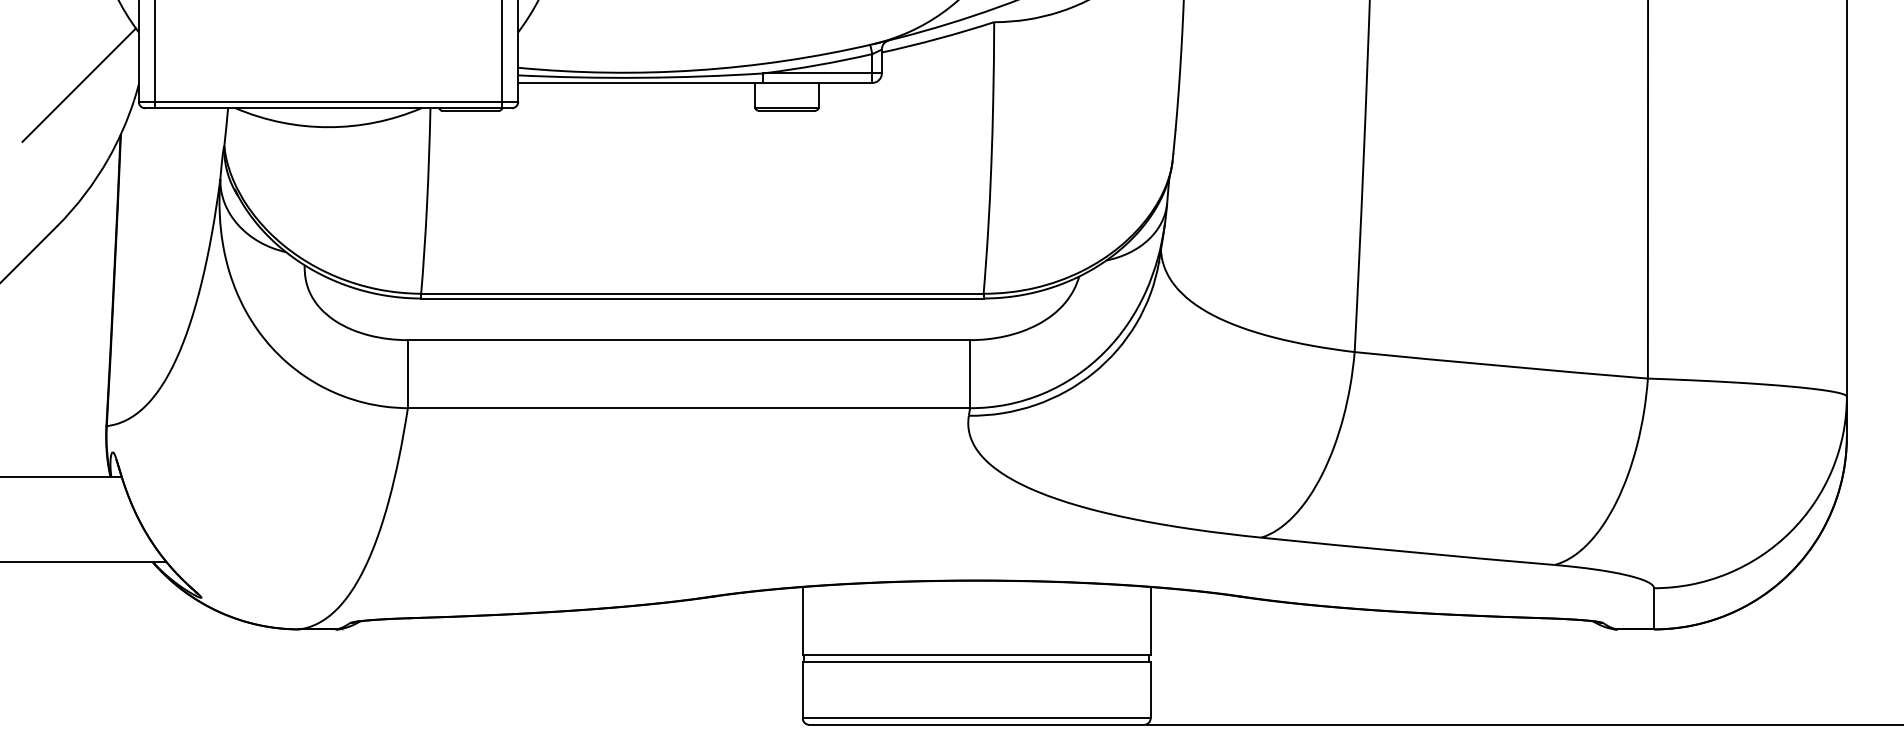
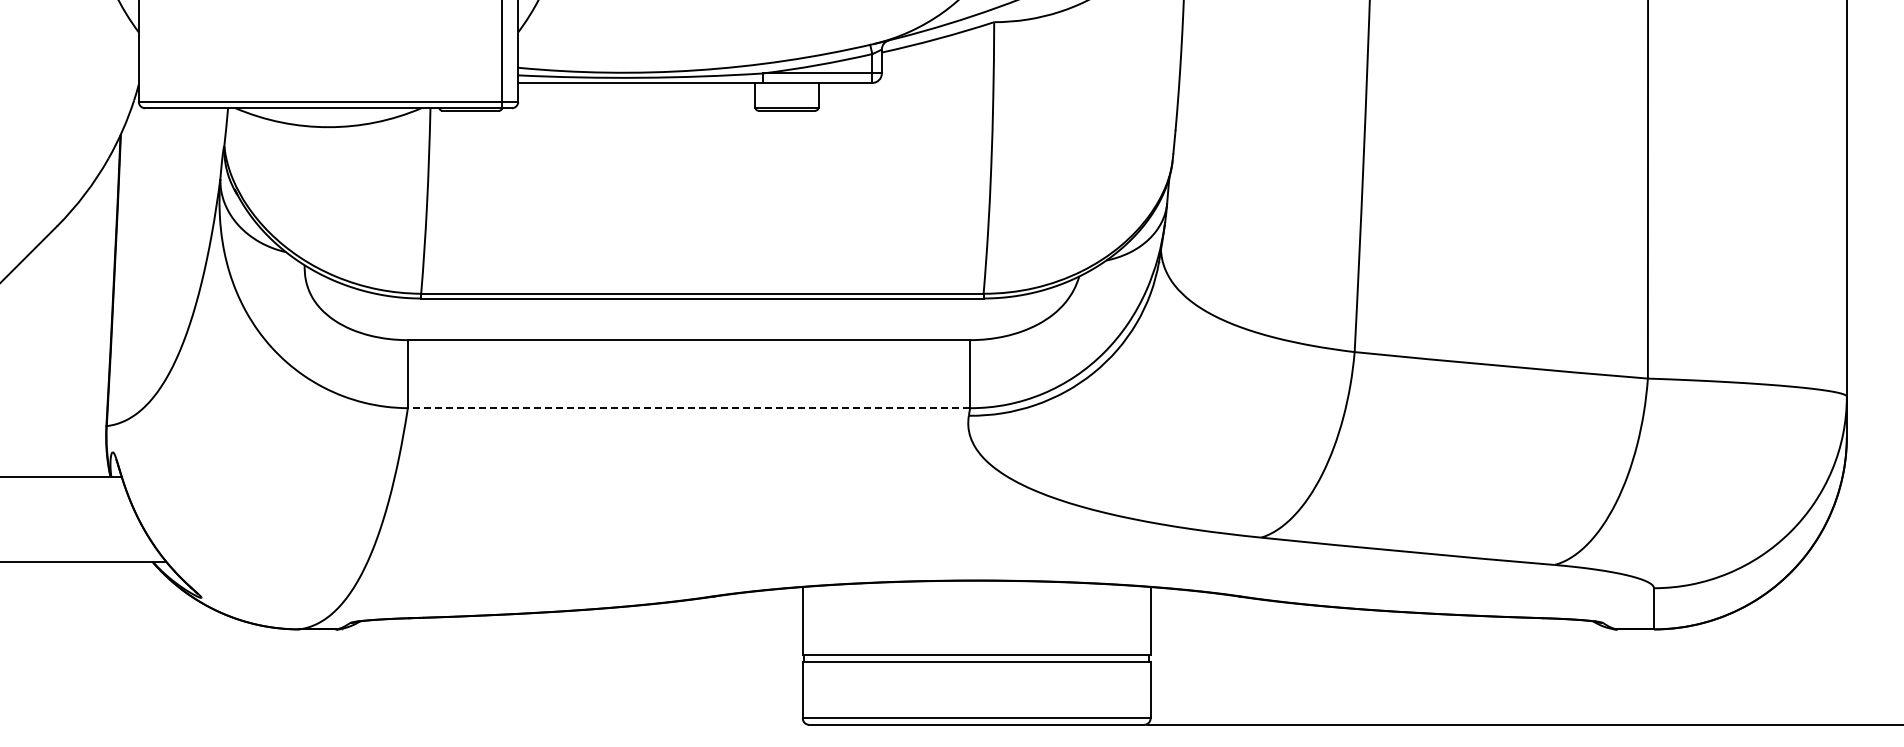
line at (154, 55): present -> none
line at (78, 84): present -> none
line at (688, 408): solid -> dashed
